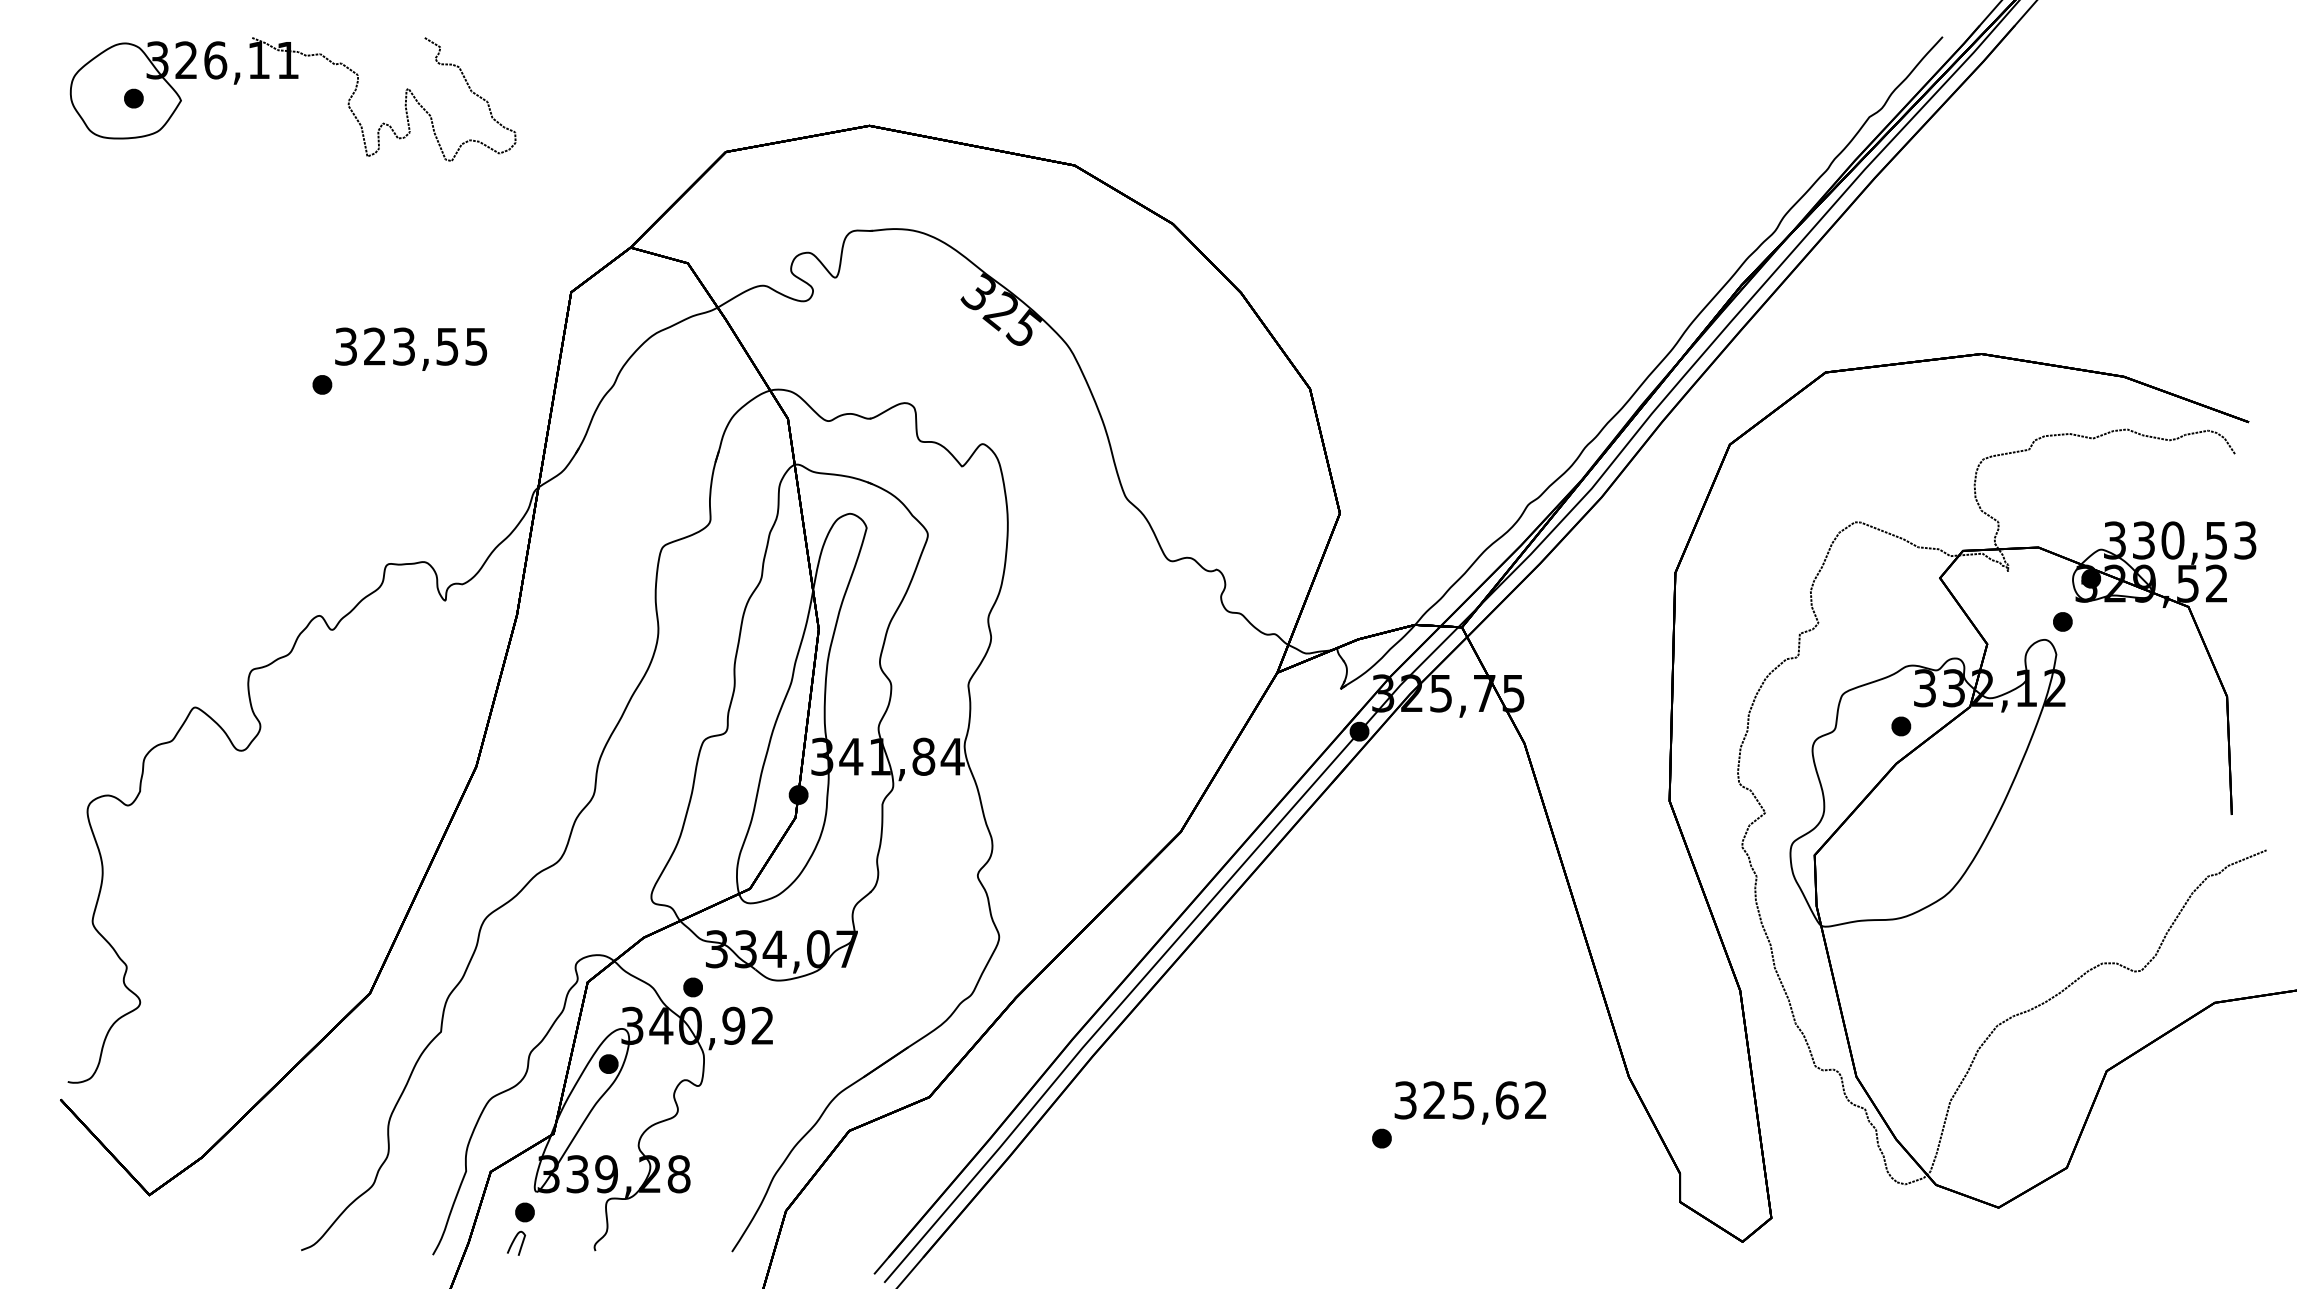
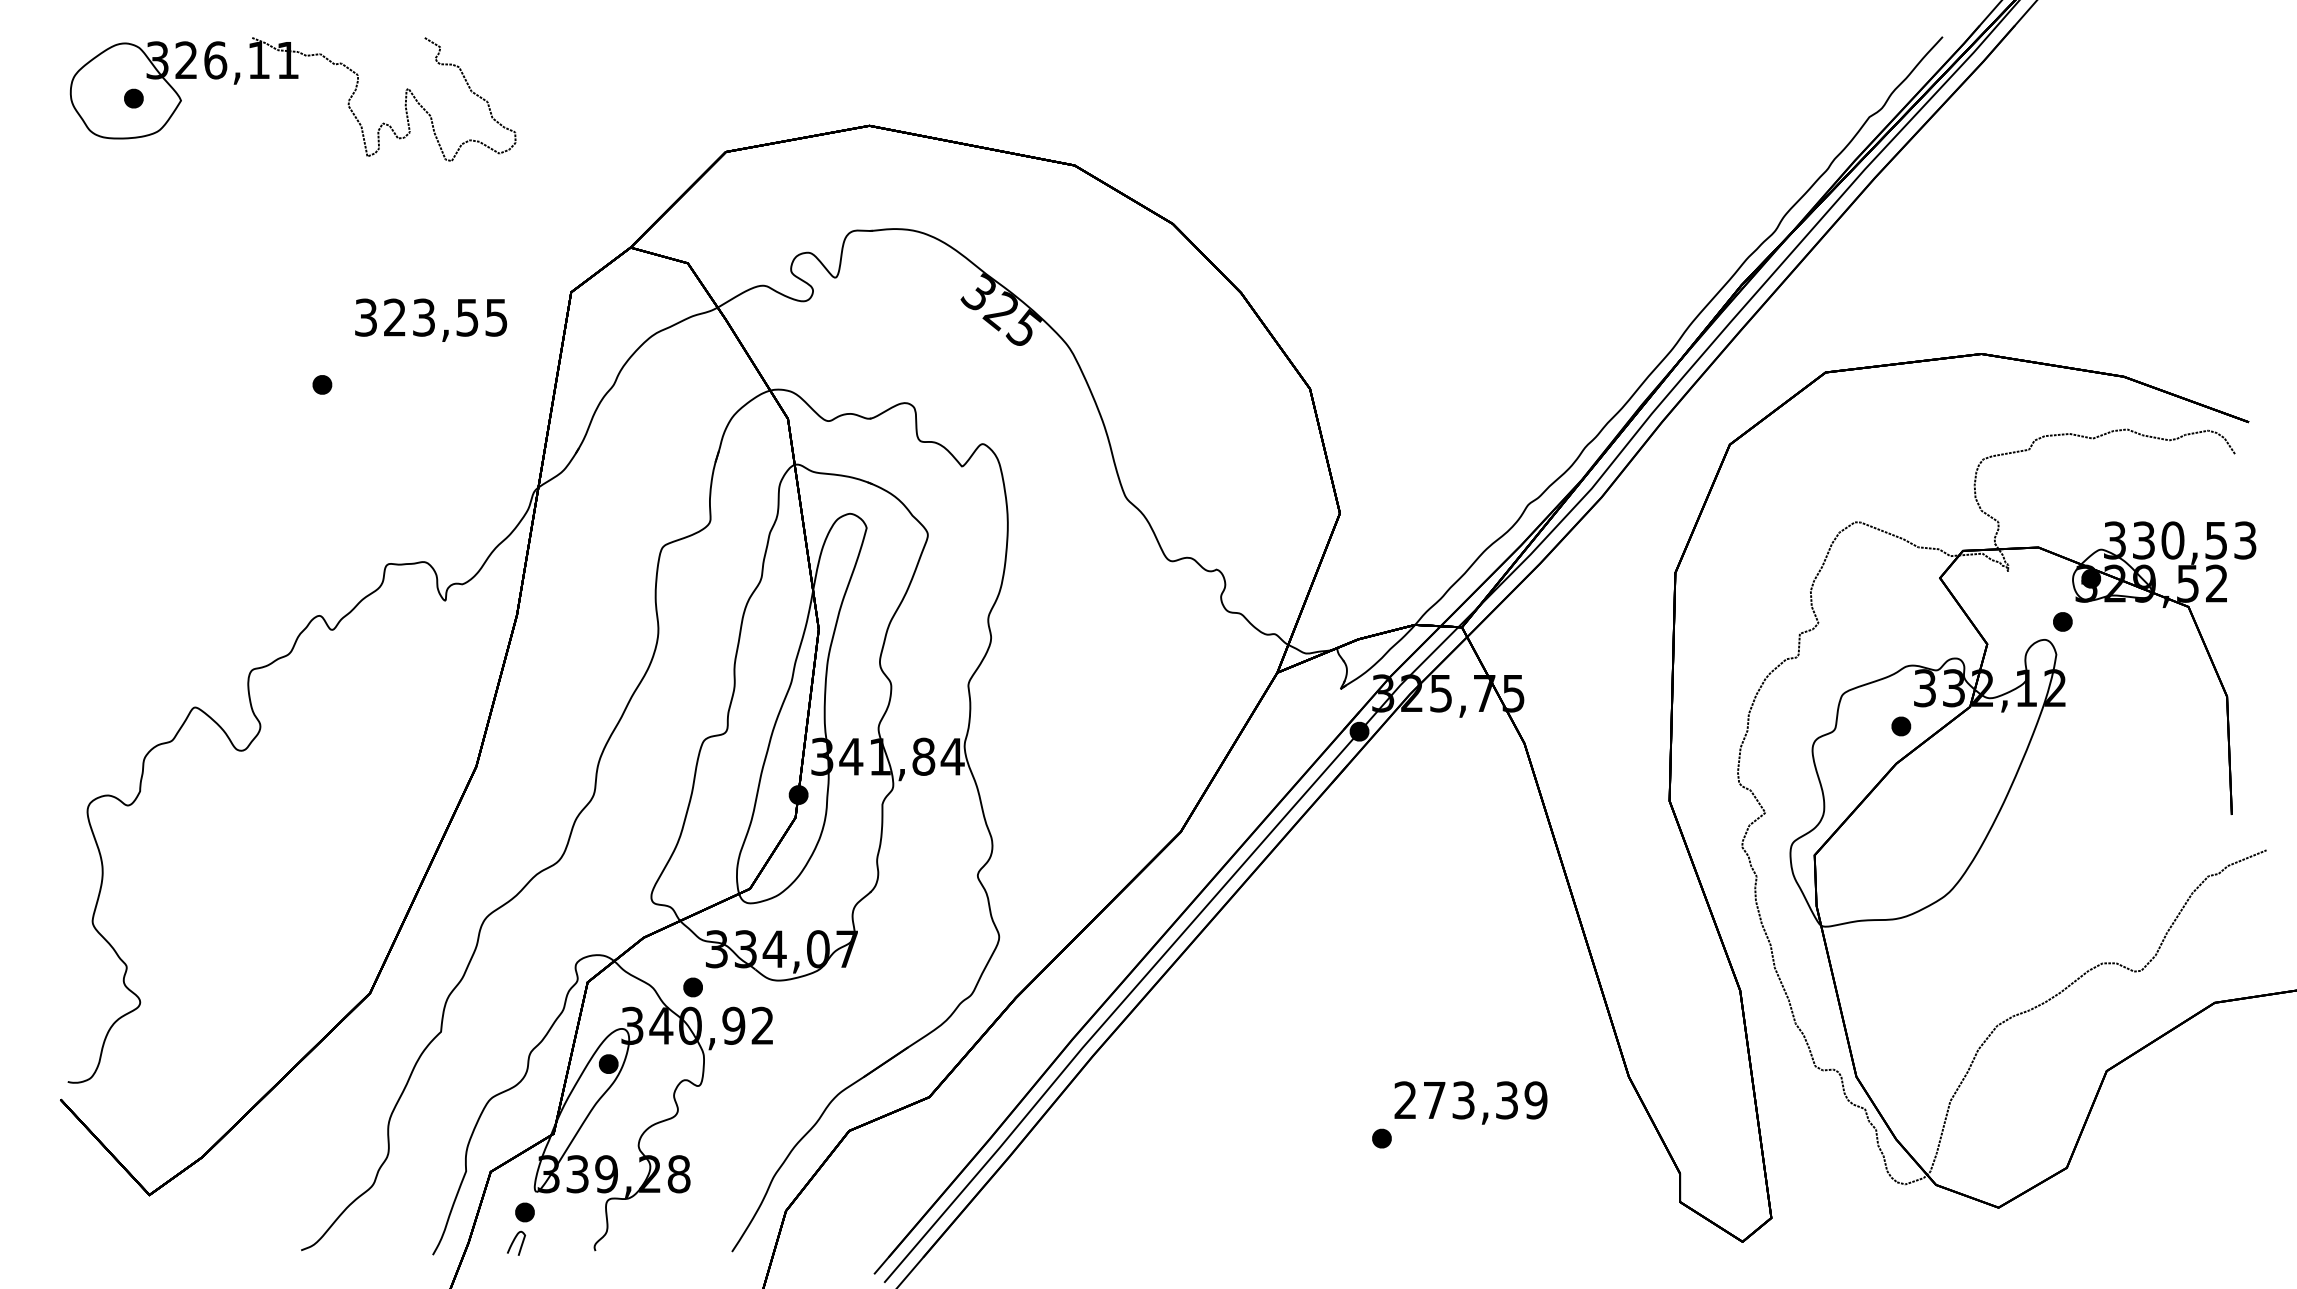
text at (411, 348) position: (411, 348) -> (431, 319)
text at (1470, 1100): 325,62 -> 273,39
